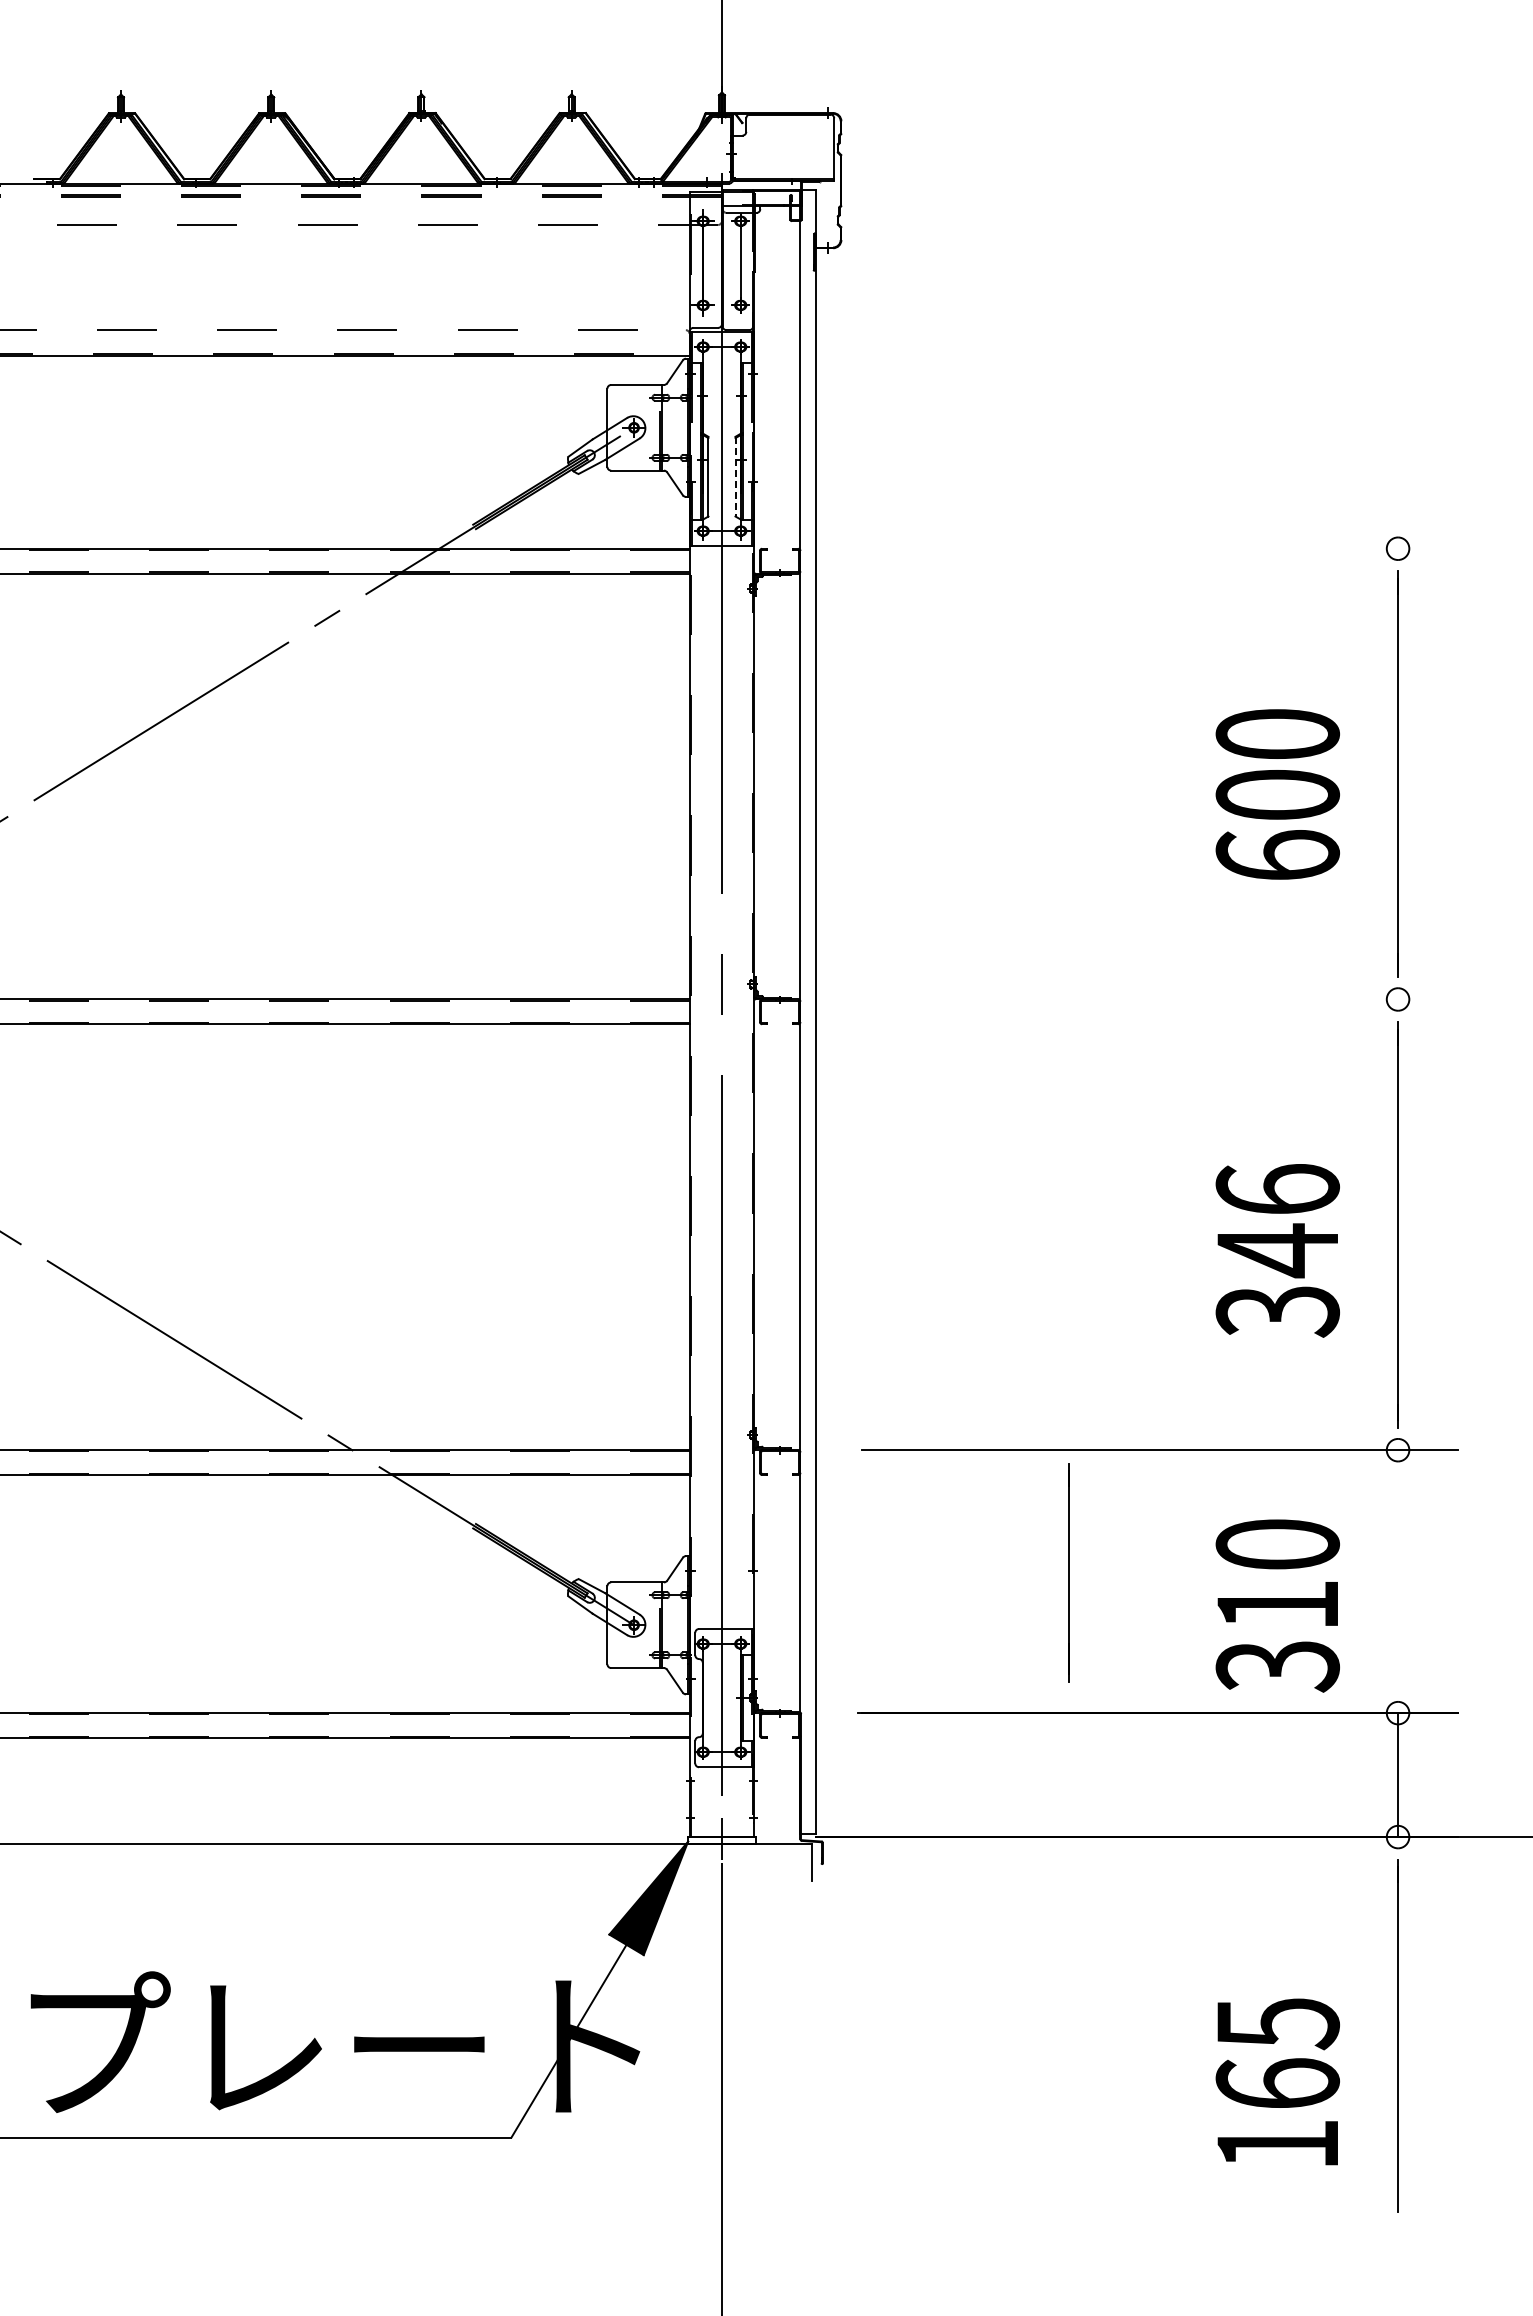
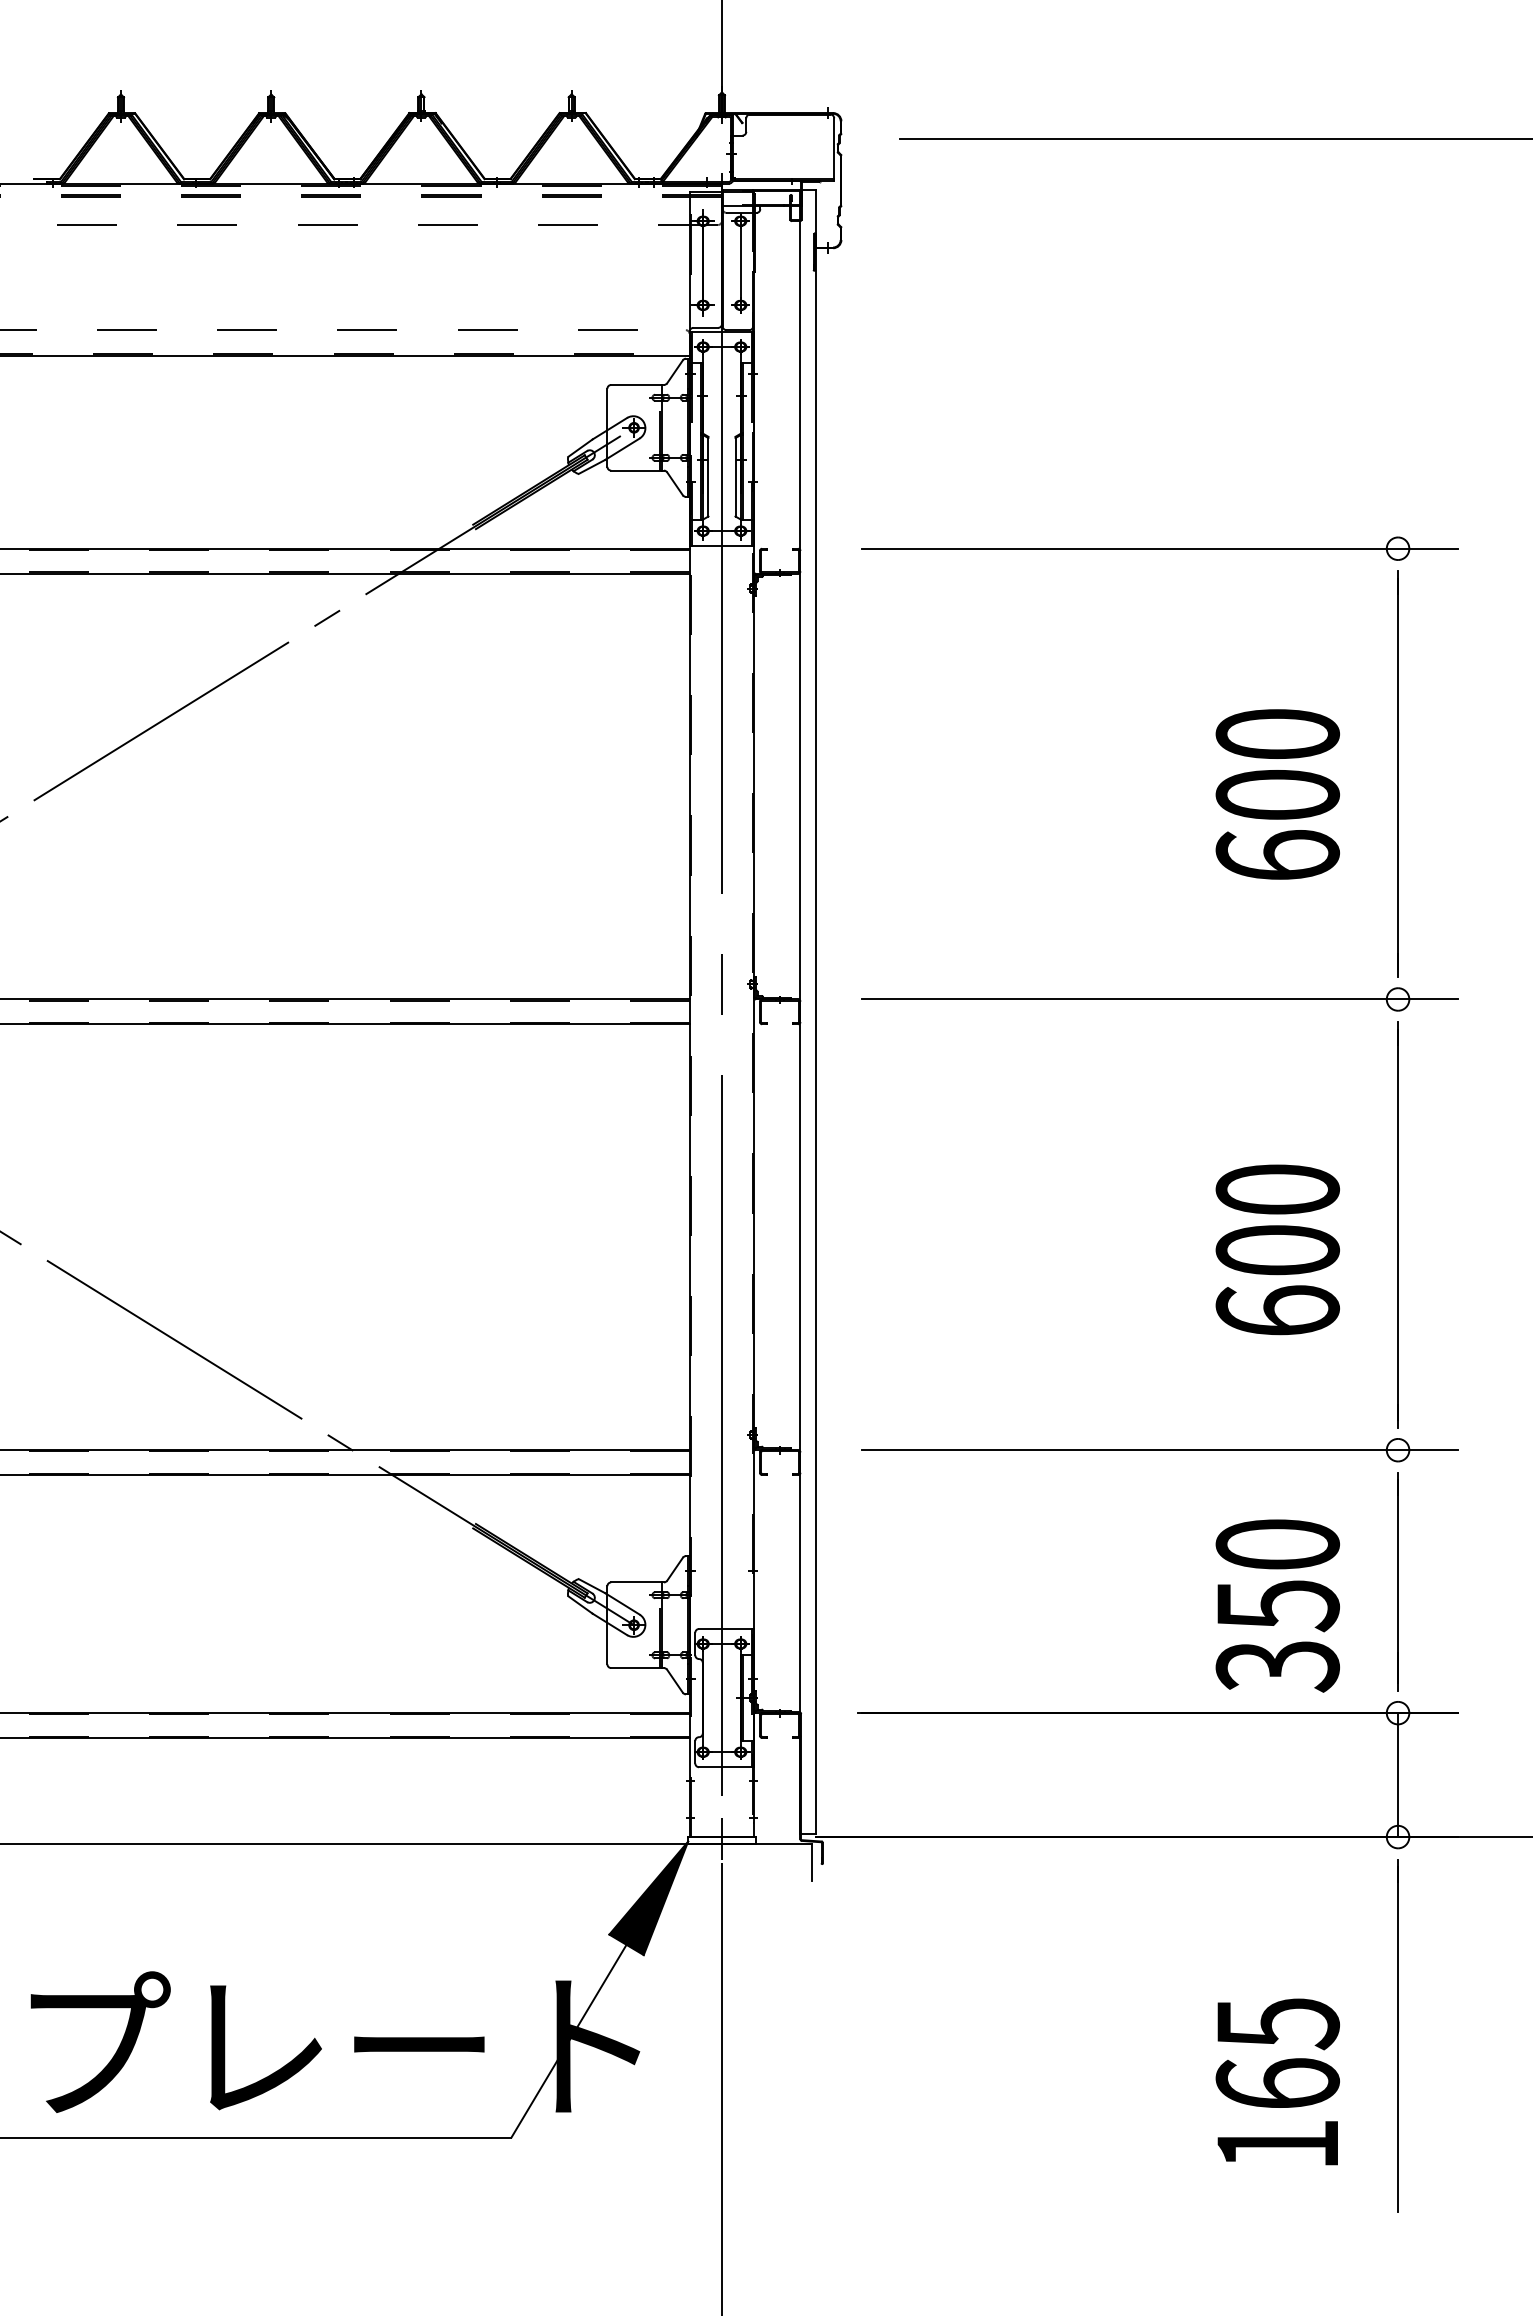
line at (1214, 139): none -> present
line at (735, 476): dashed -> solid
line at (1159, 548): none -> present
line at (1159, 999): none -> present
text at (1277, 1250): 346 -> 600
line at (1068, 1572) position: (1068, 1572) -> (1397, 1581)
text at (1278, 1606): 310 -> 350
